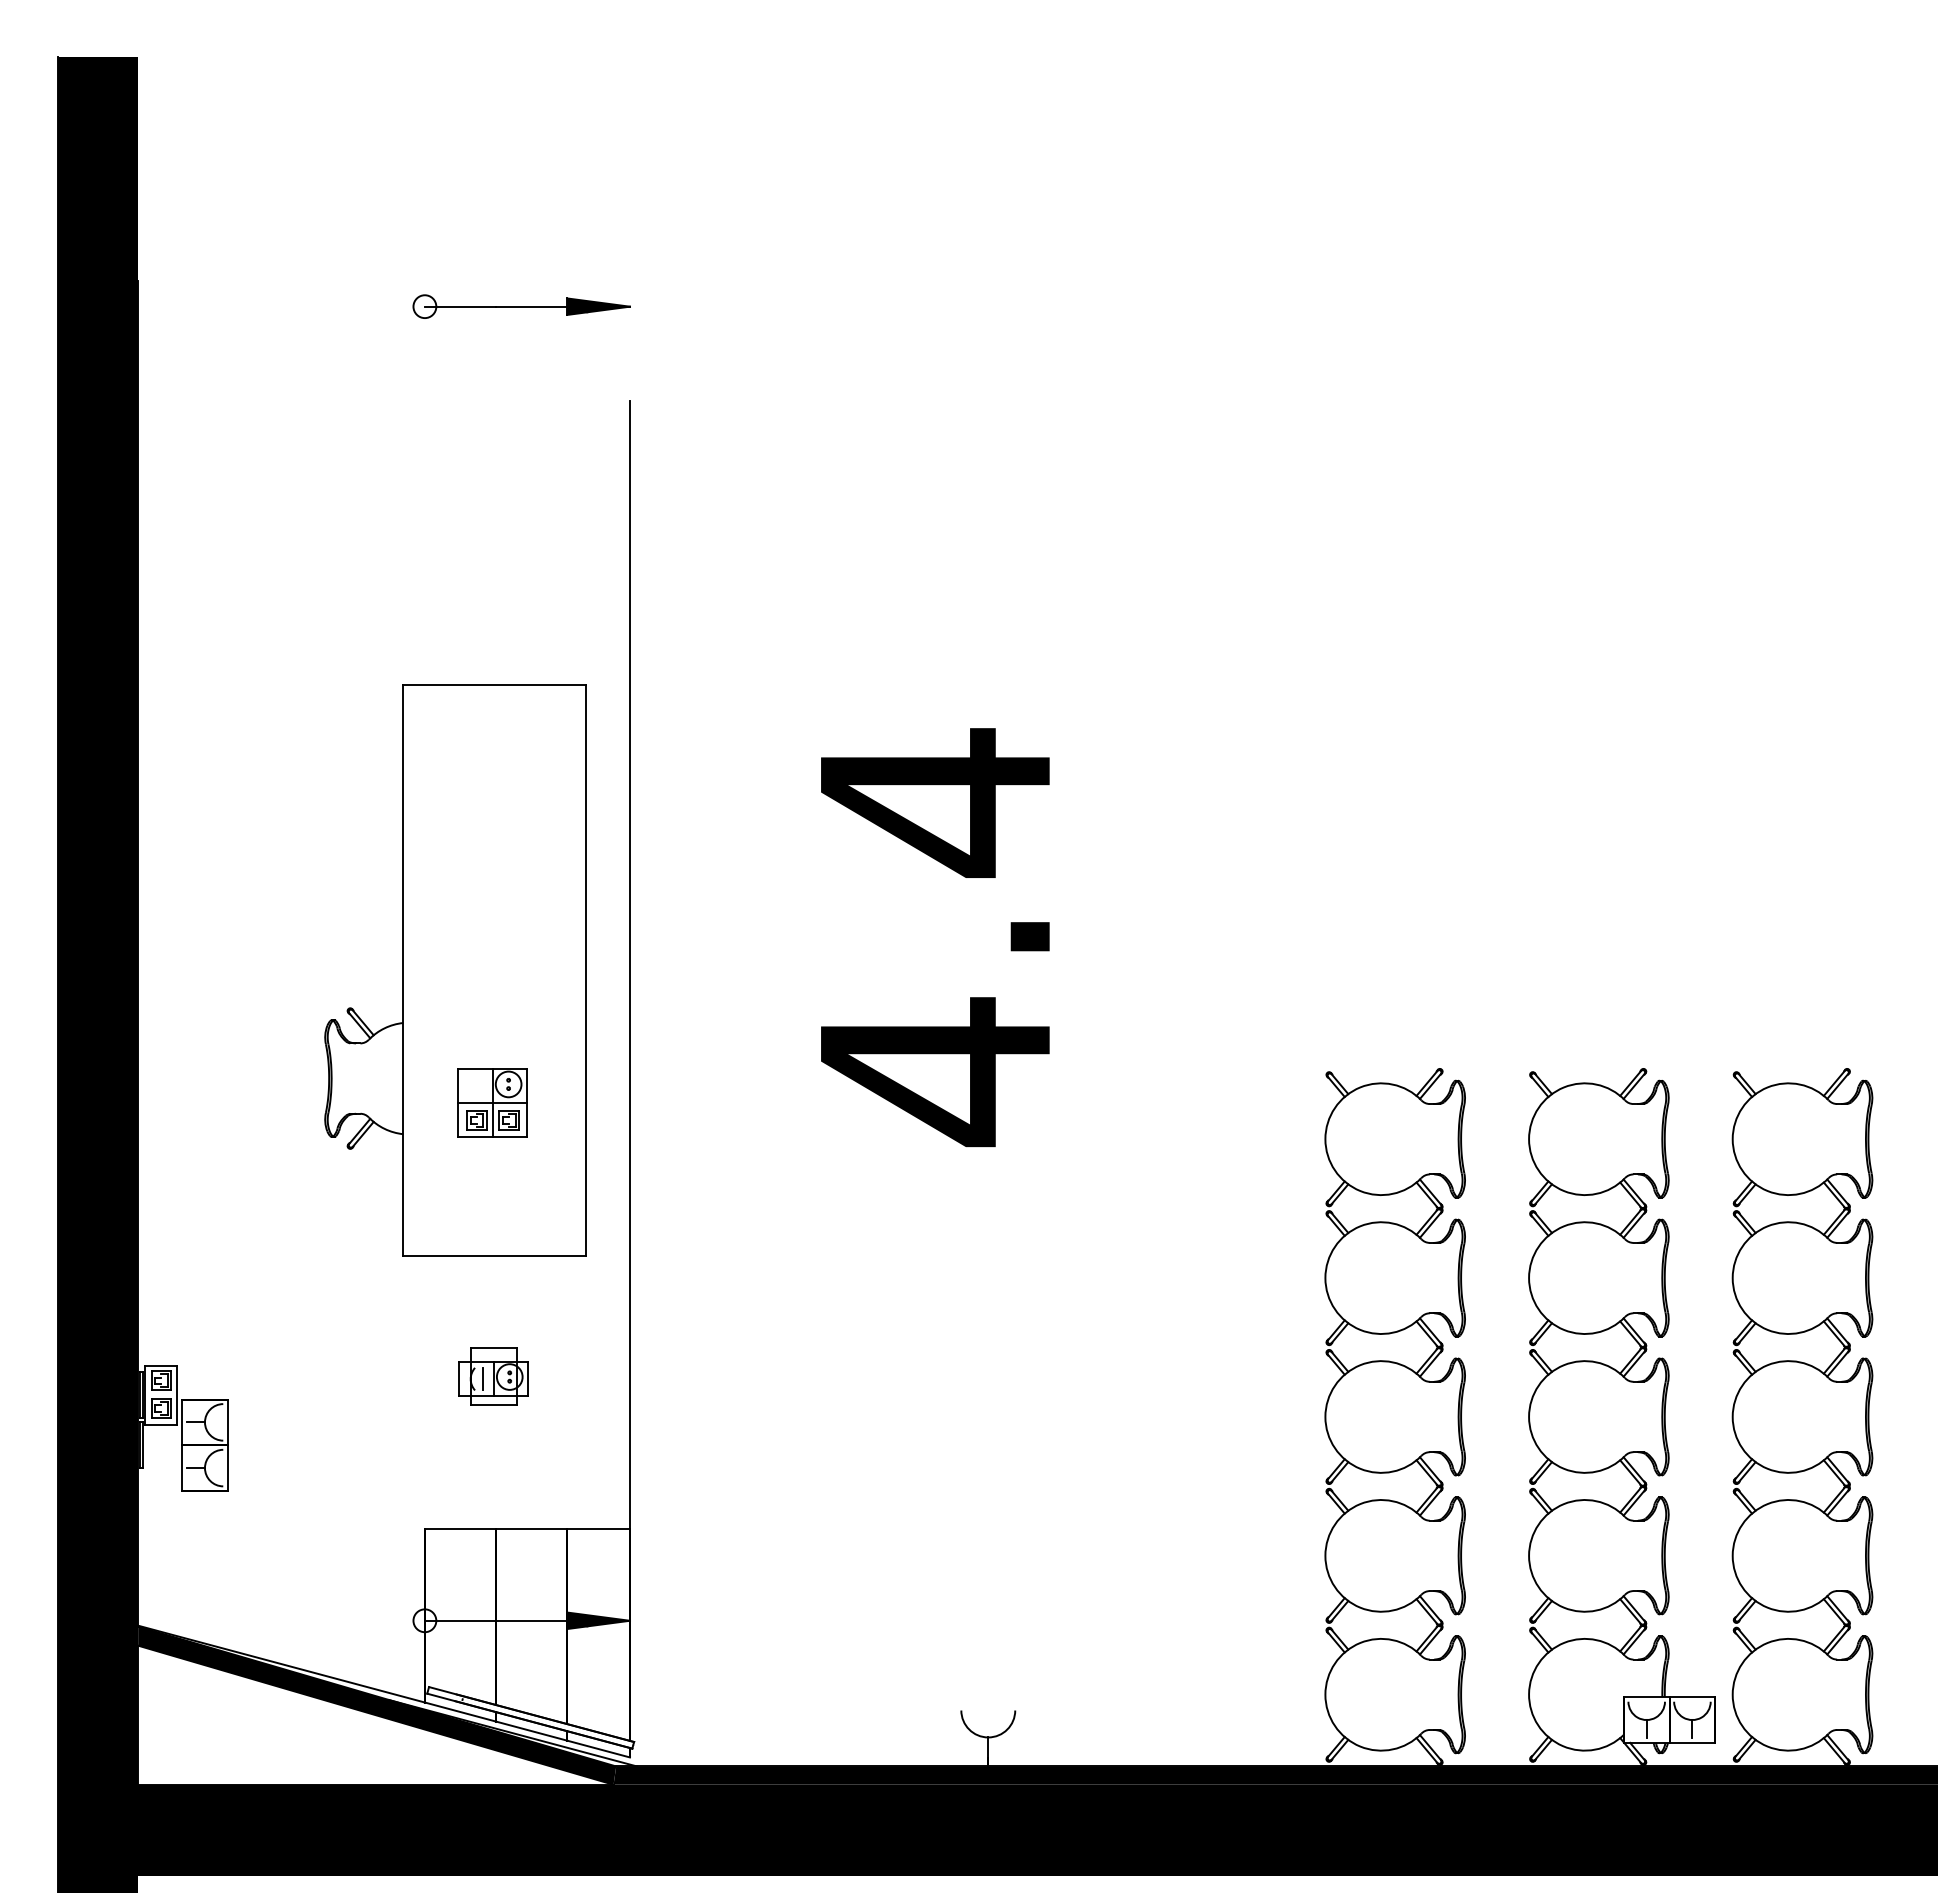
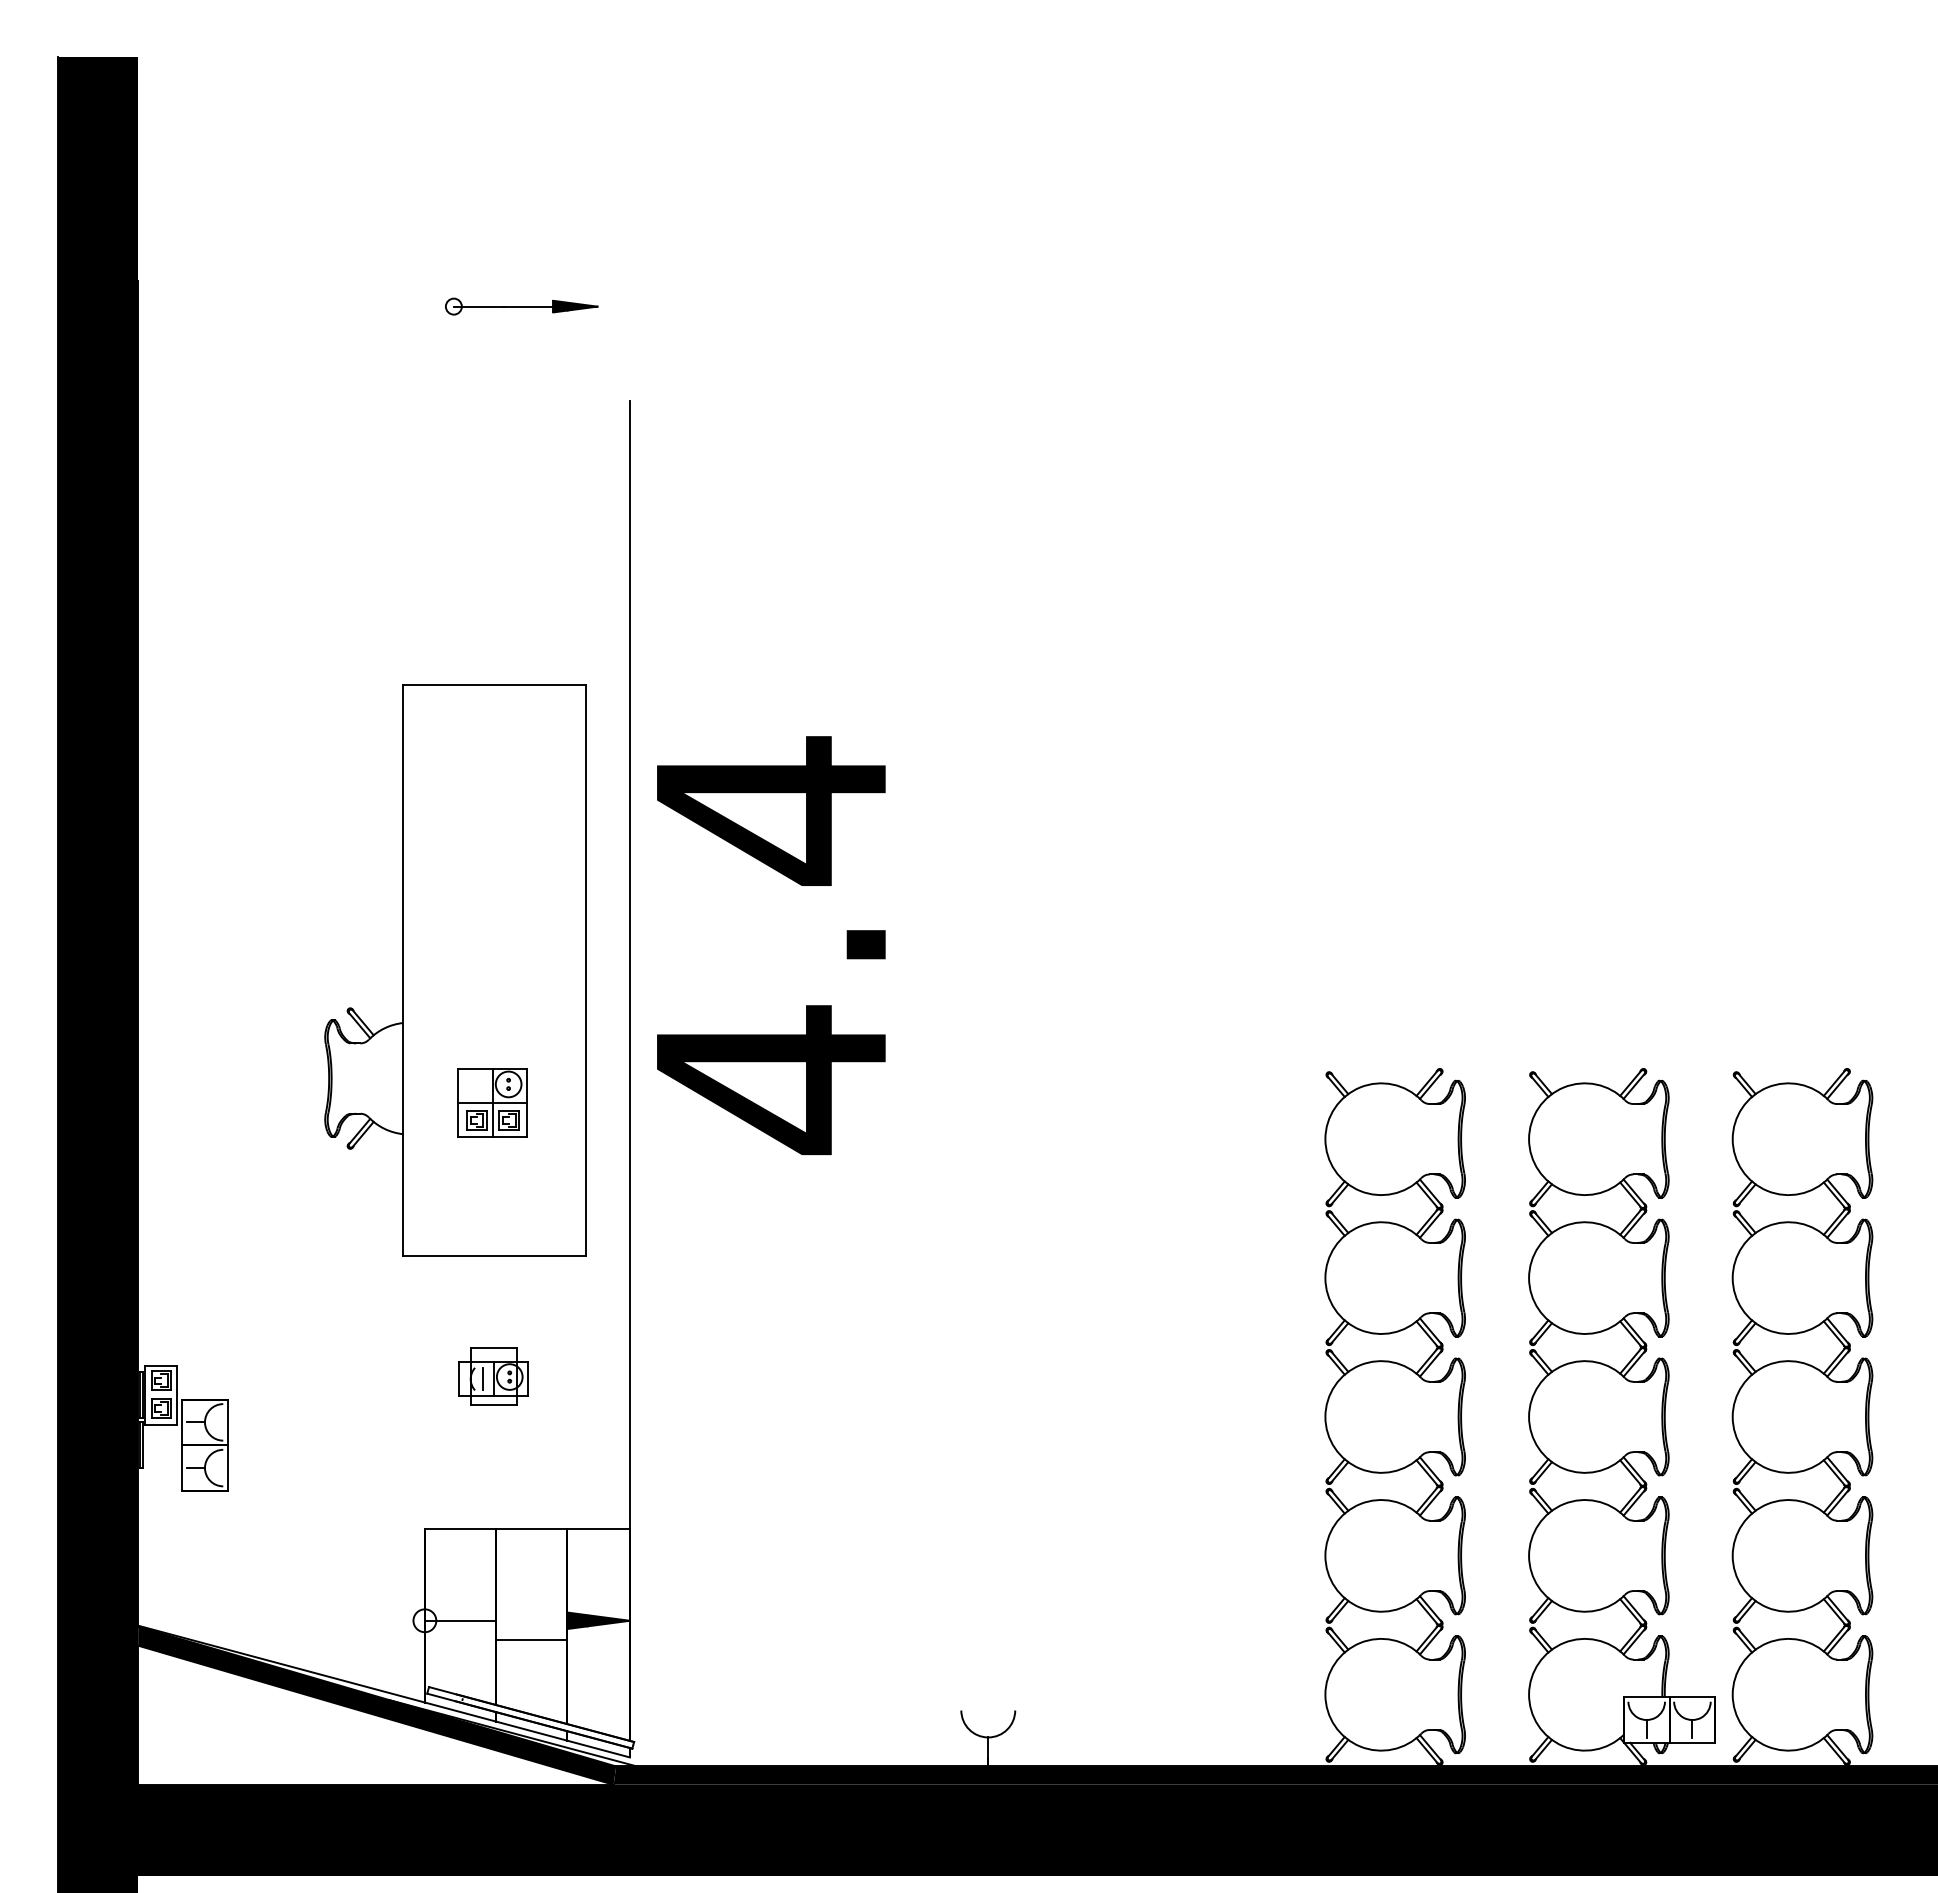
part at (521, 306) size: 219x25 px -> 154x19 px
text at (935, 937) position: (935, 937) -> (771, 945)
line at (531, 1620) position: (531, 1620) -> (531, 1639)
